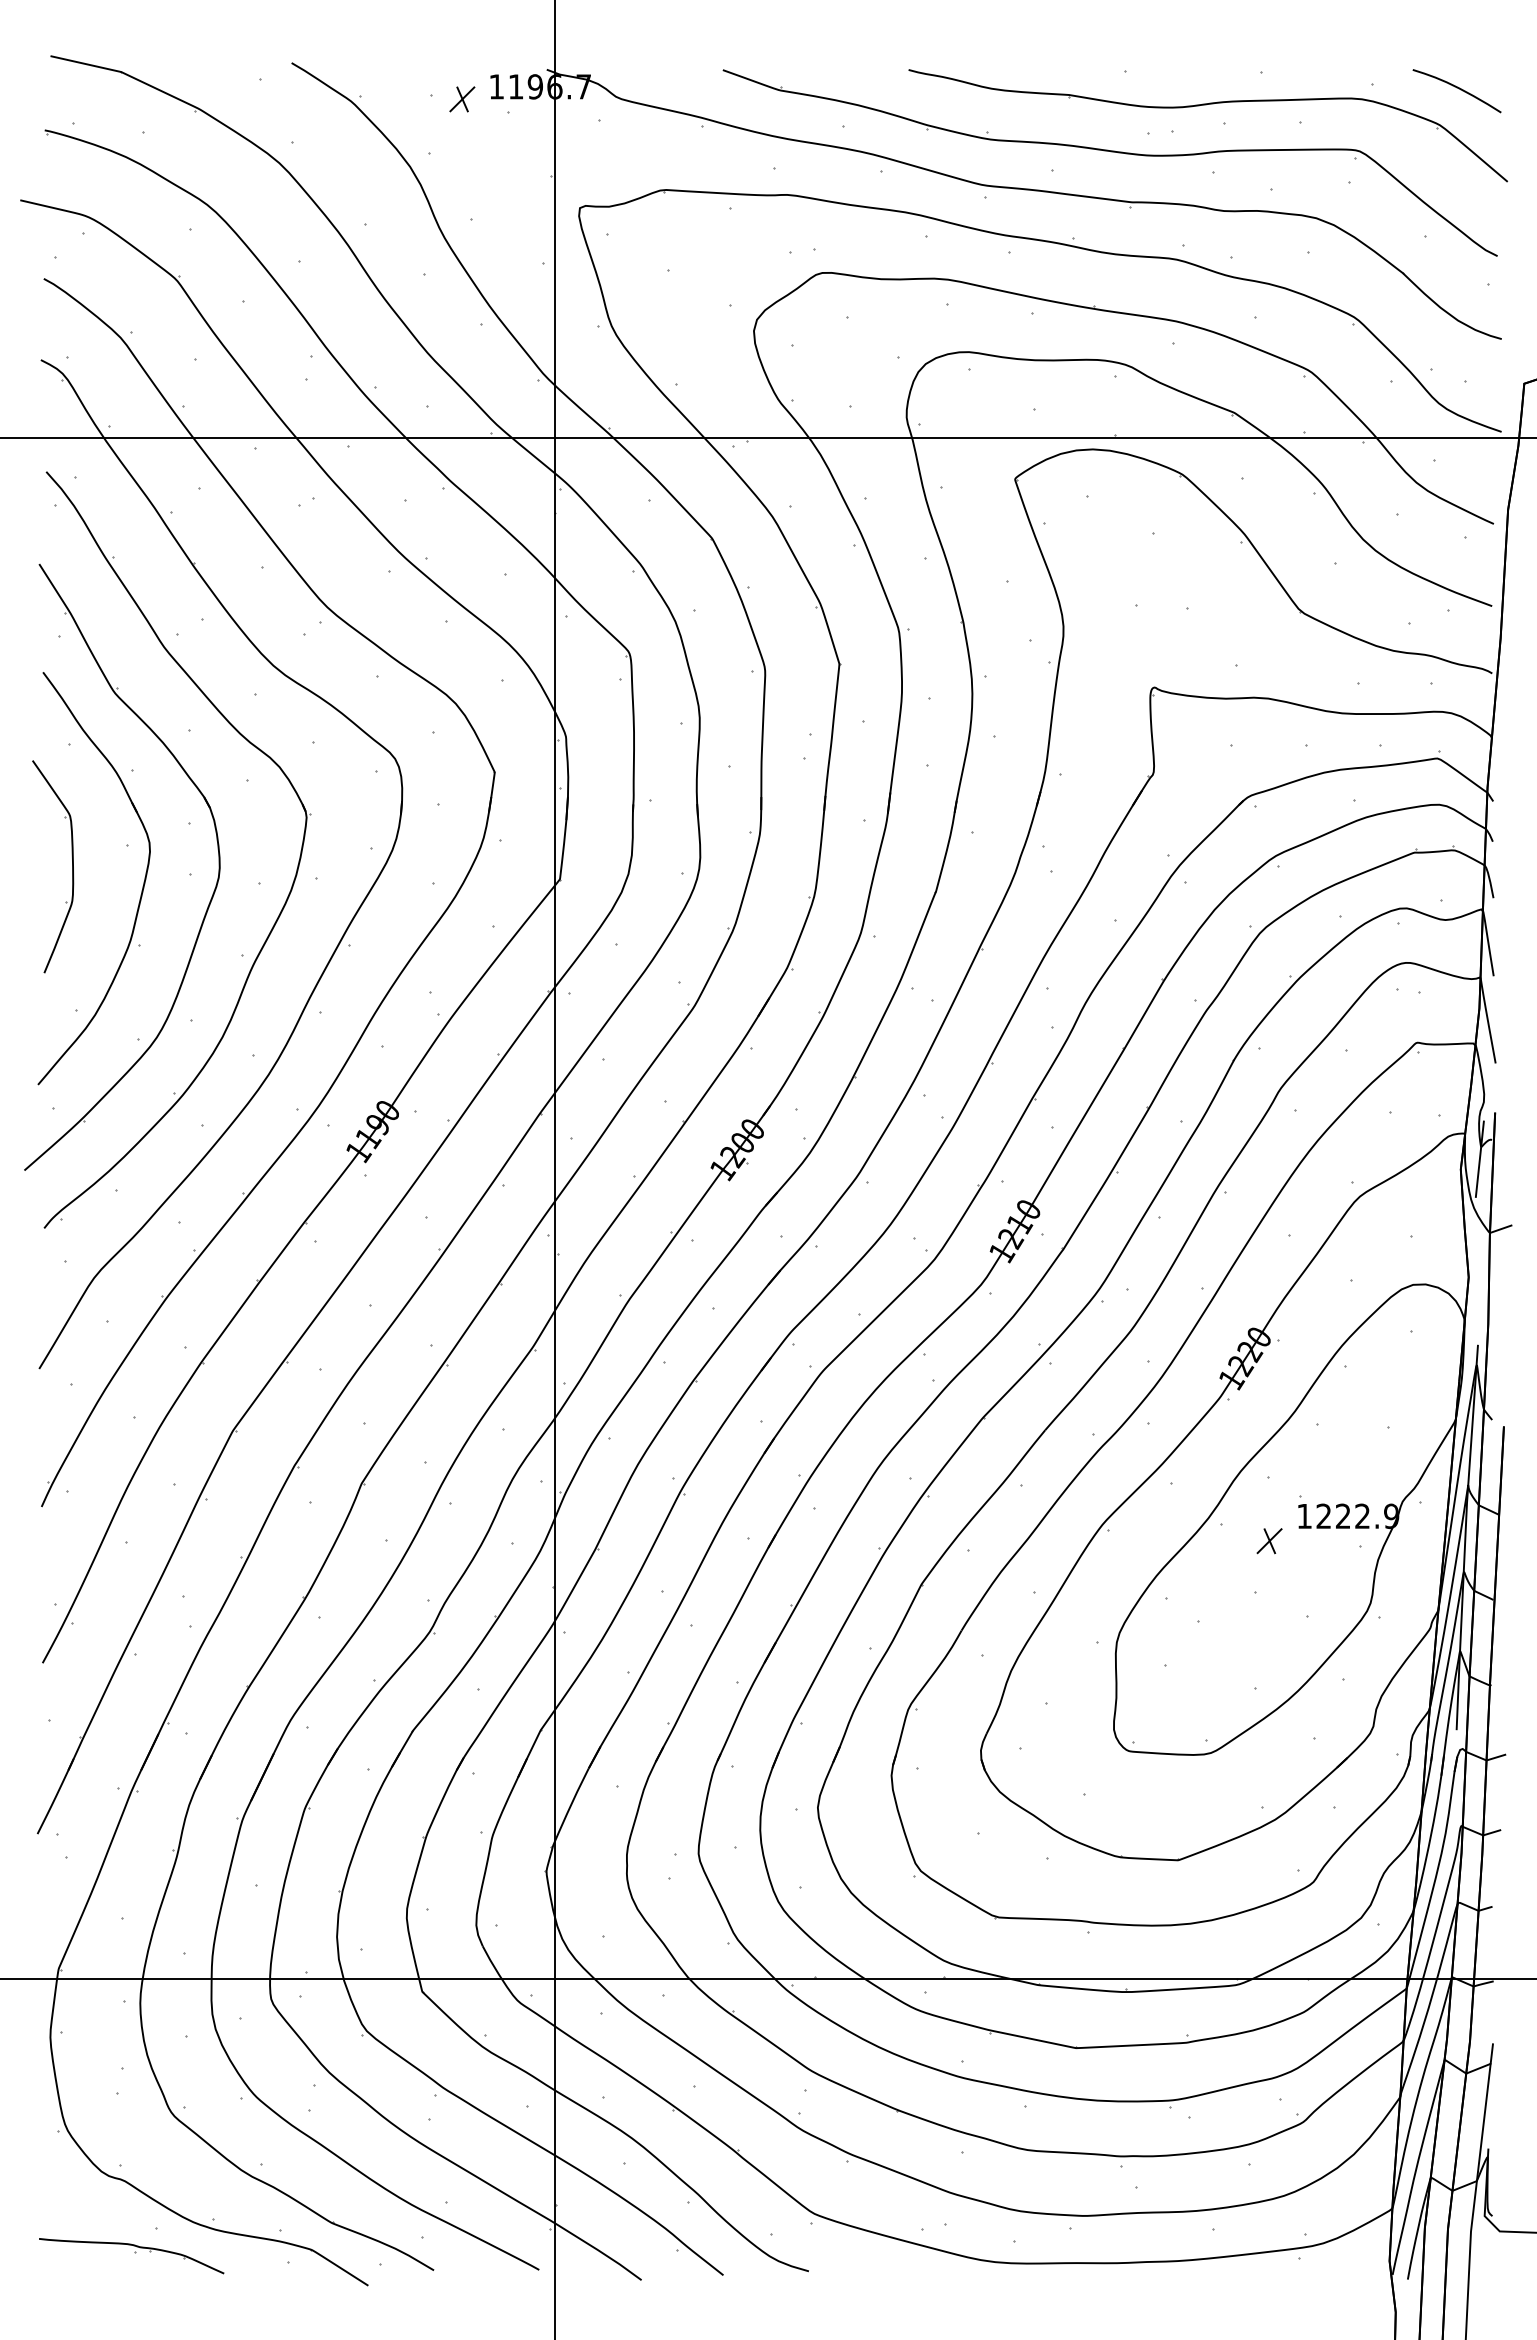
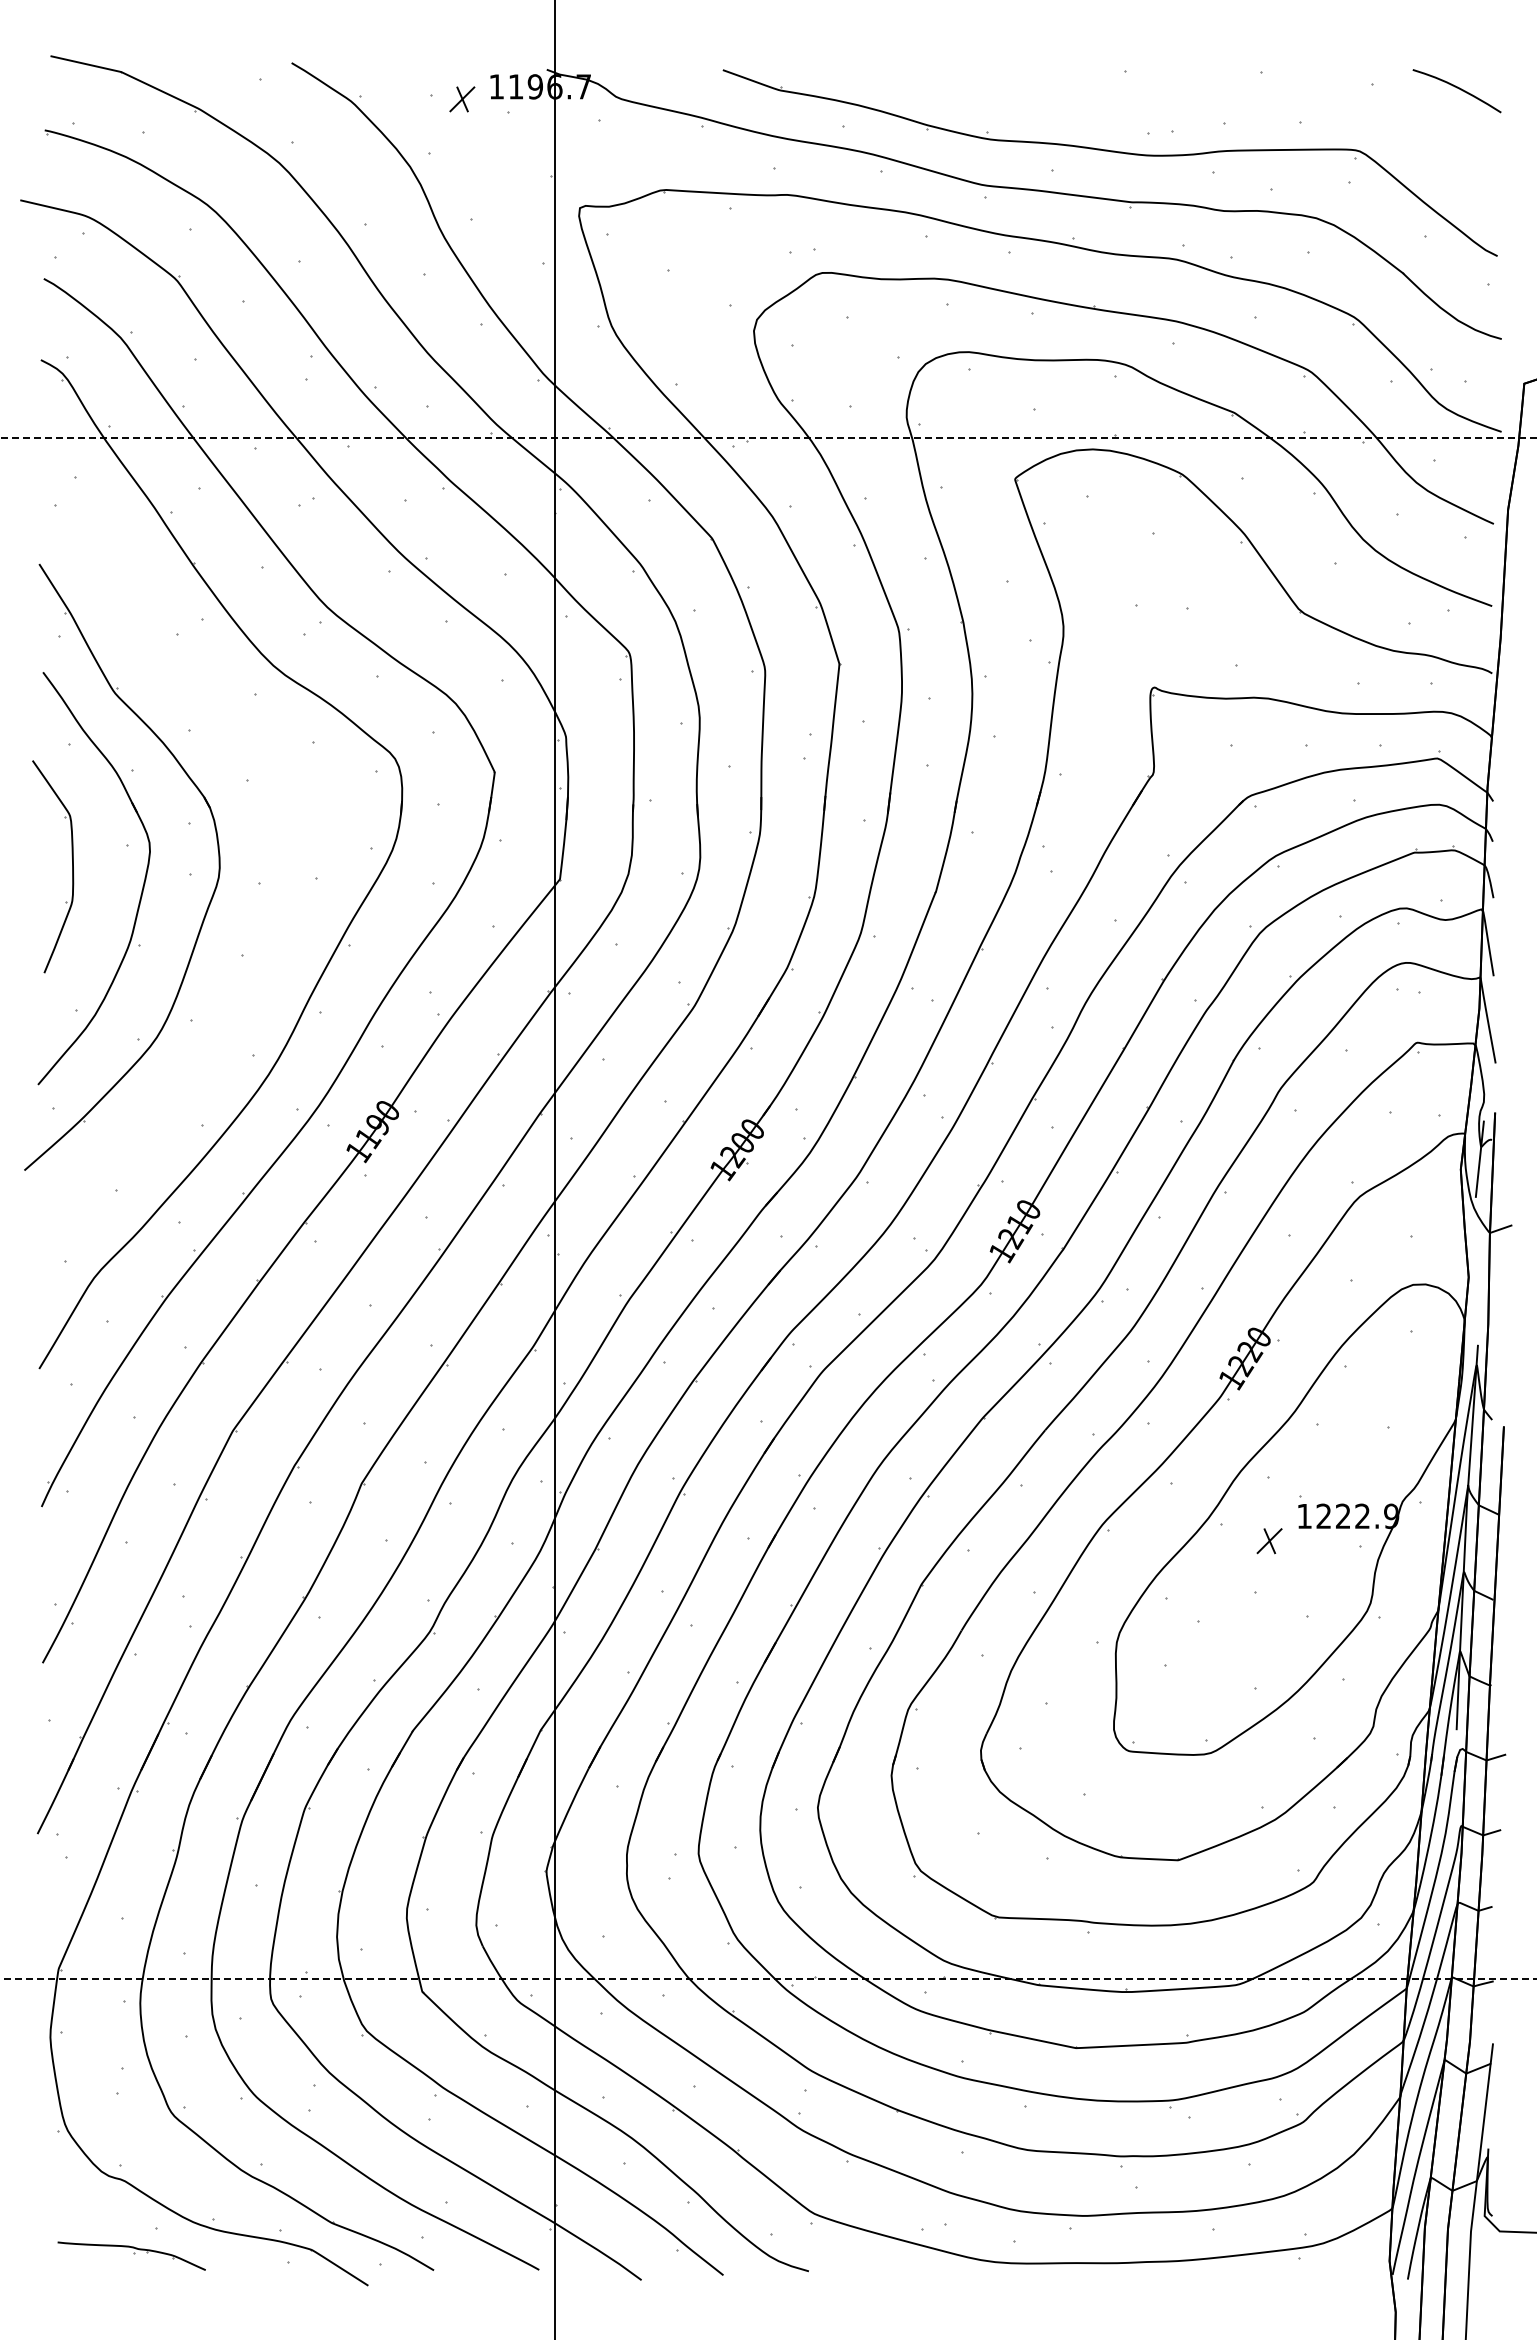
part at (1206, 105): present -> none
line at (768, 438): solid -> dashed
part at (288, 893): present -> none
line at (768, 1978): solid -> dashed
part at (131, 2256) size: 186x37 px -> 149x30 px
